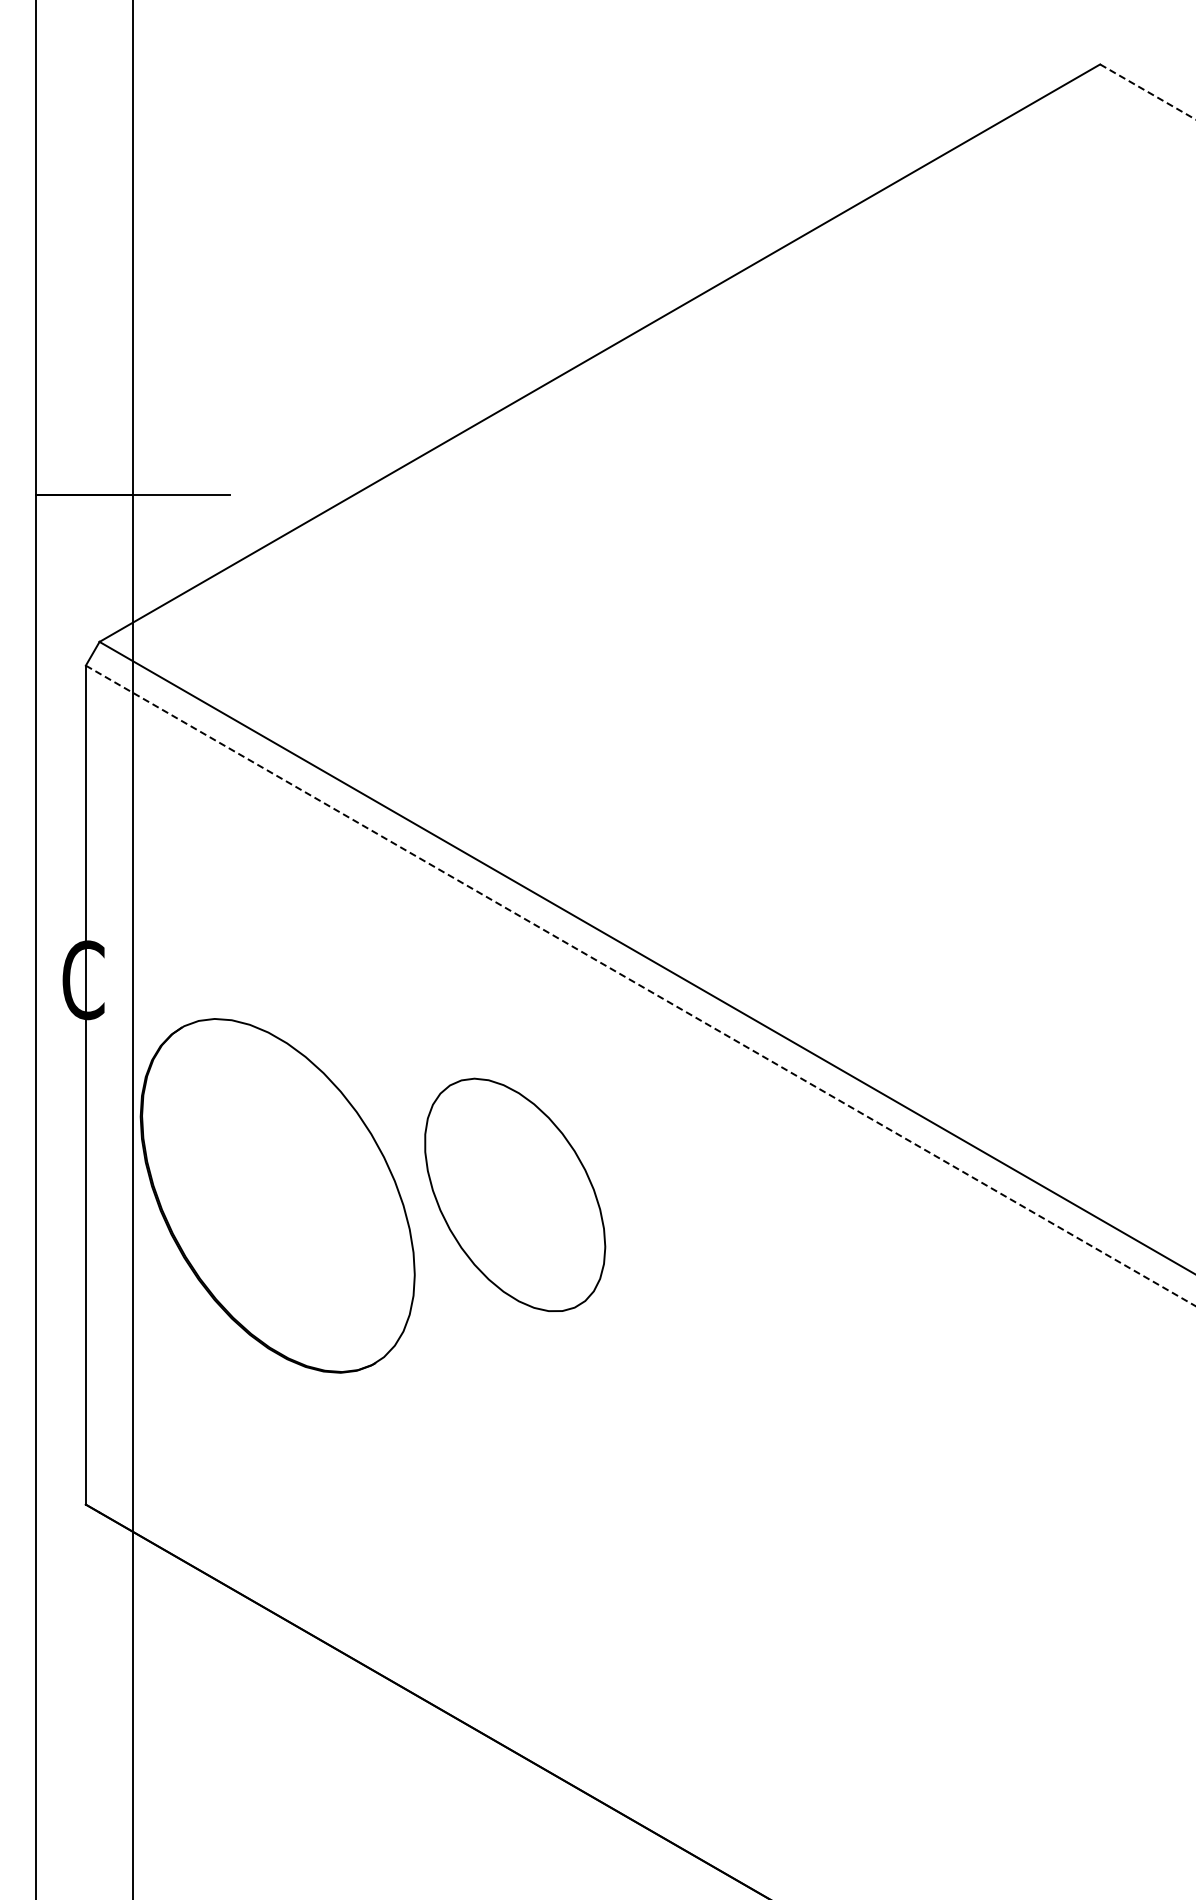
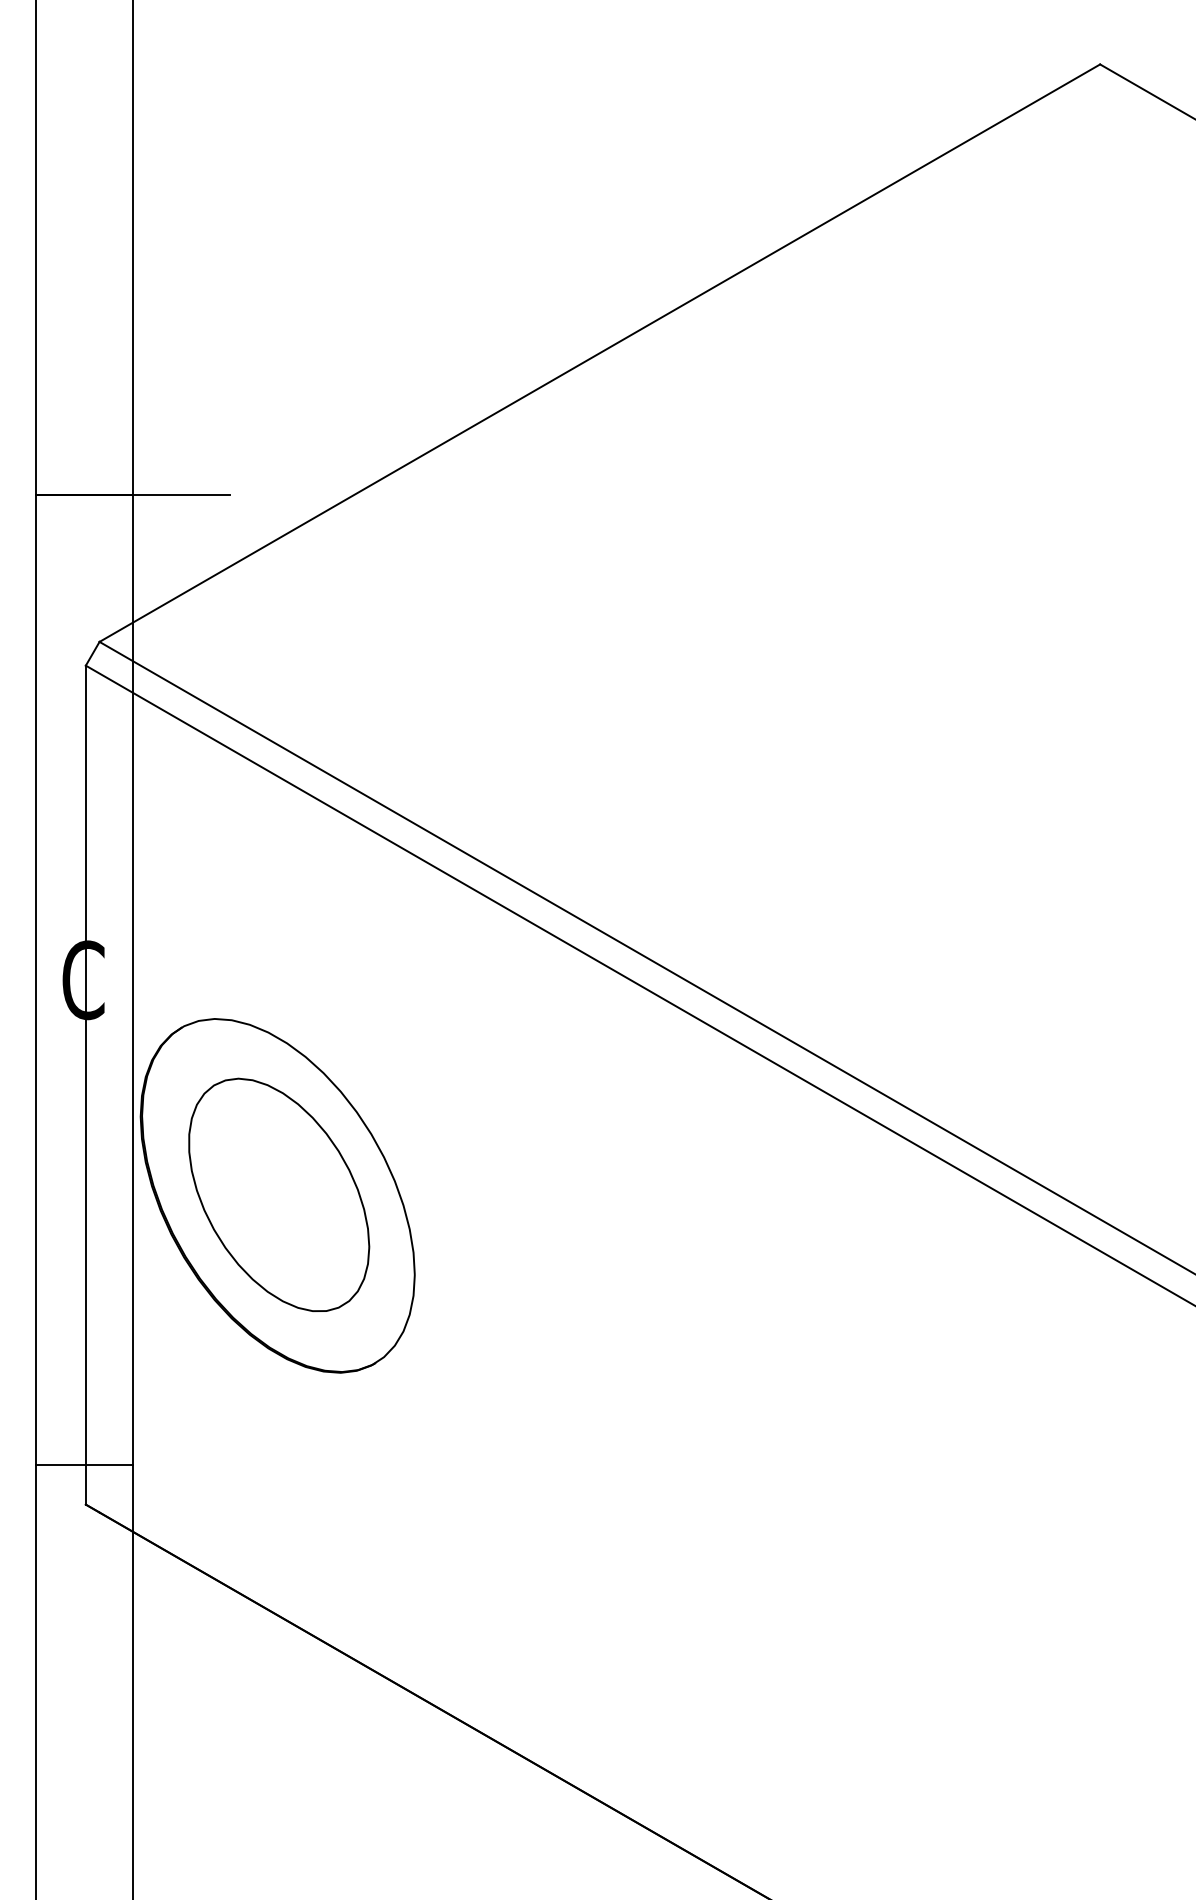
line at (1147, 91): dashed -> solid
line at (640, 986): dashed -> solid
part at (515, 1194) position: (515, 1194) -> (279, 1194)
line at (83, 1464): none -> present
